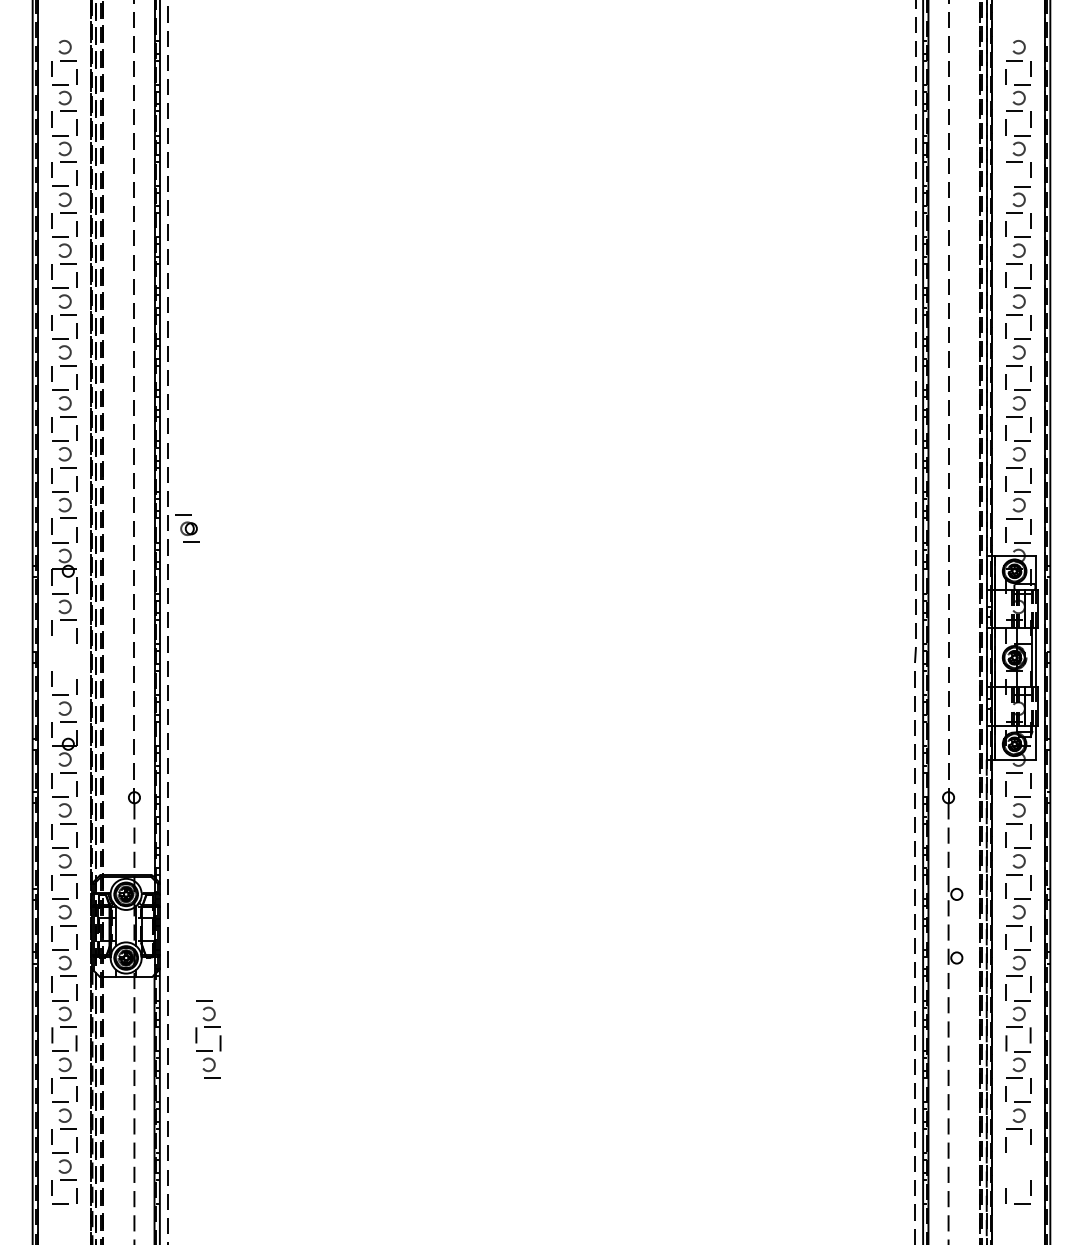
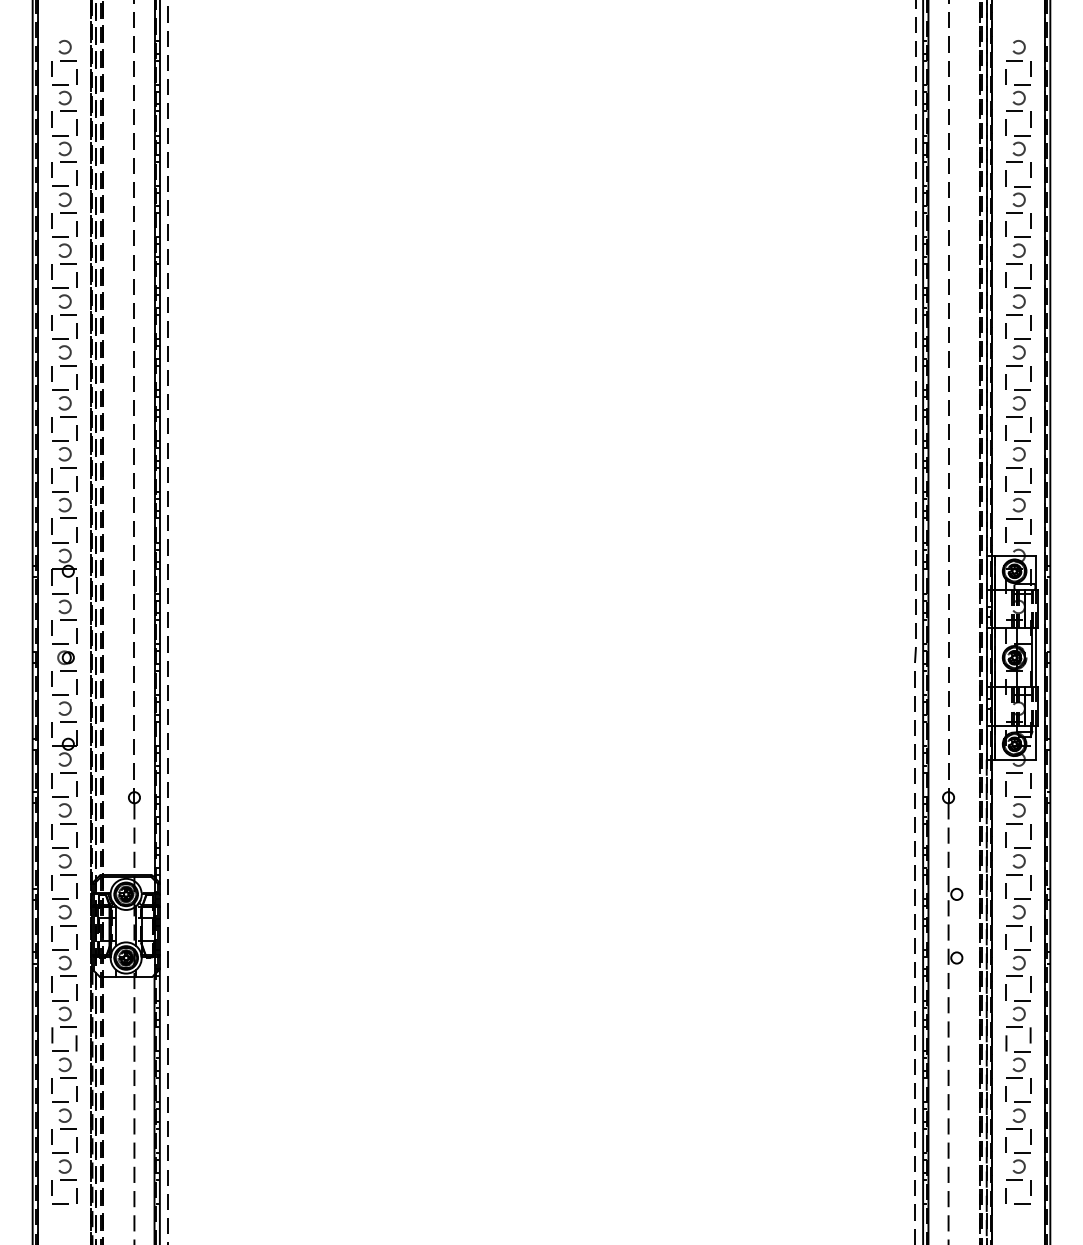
line at (1005, 178): none -> present
part at (187, 528) position: (187, 528) -> (64, 657)
part at (197, 1039): present -> none
part at (1018, 1166): none -> present
